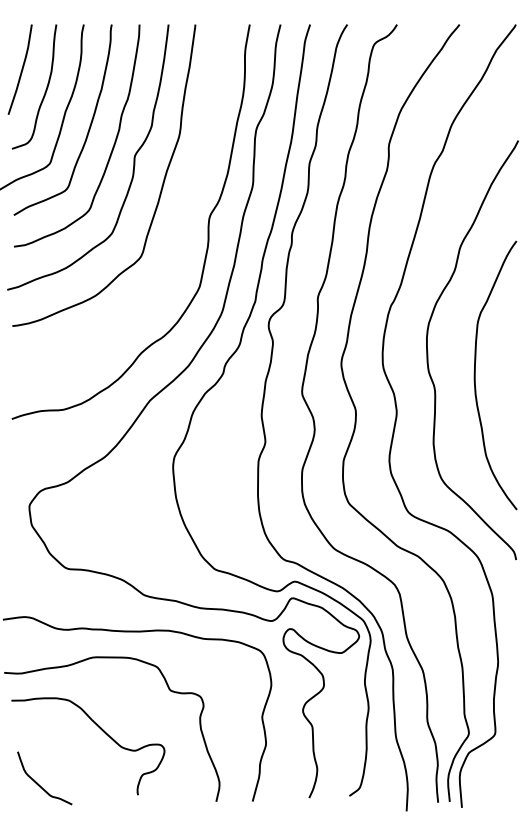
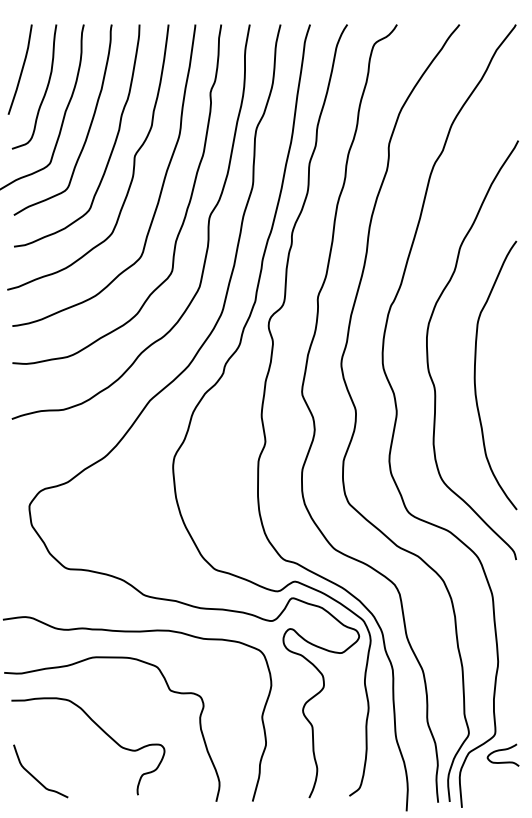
curve at (185, 211): none -> present
curve at (502, 750): none -> present
curve at (38, 783) position: (38, 783) -> (34, 776)
